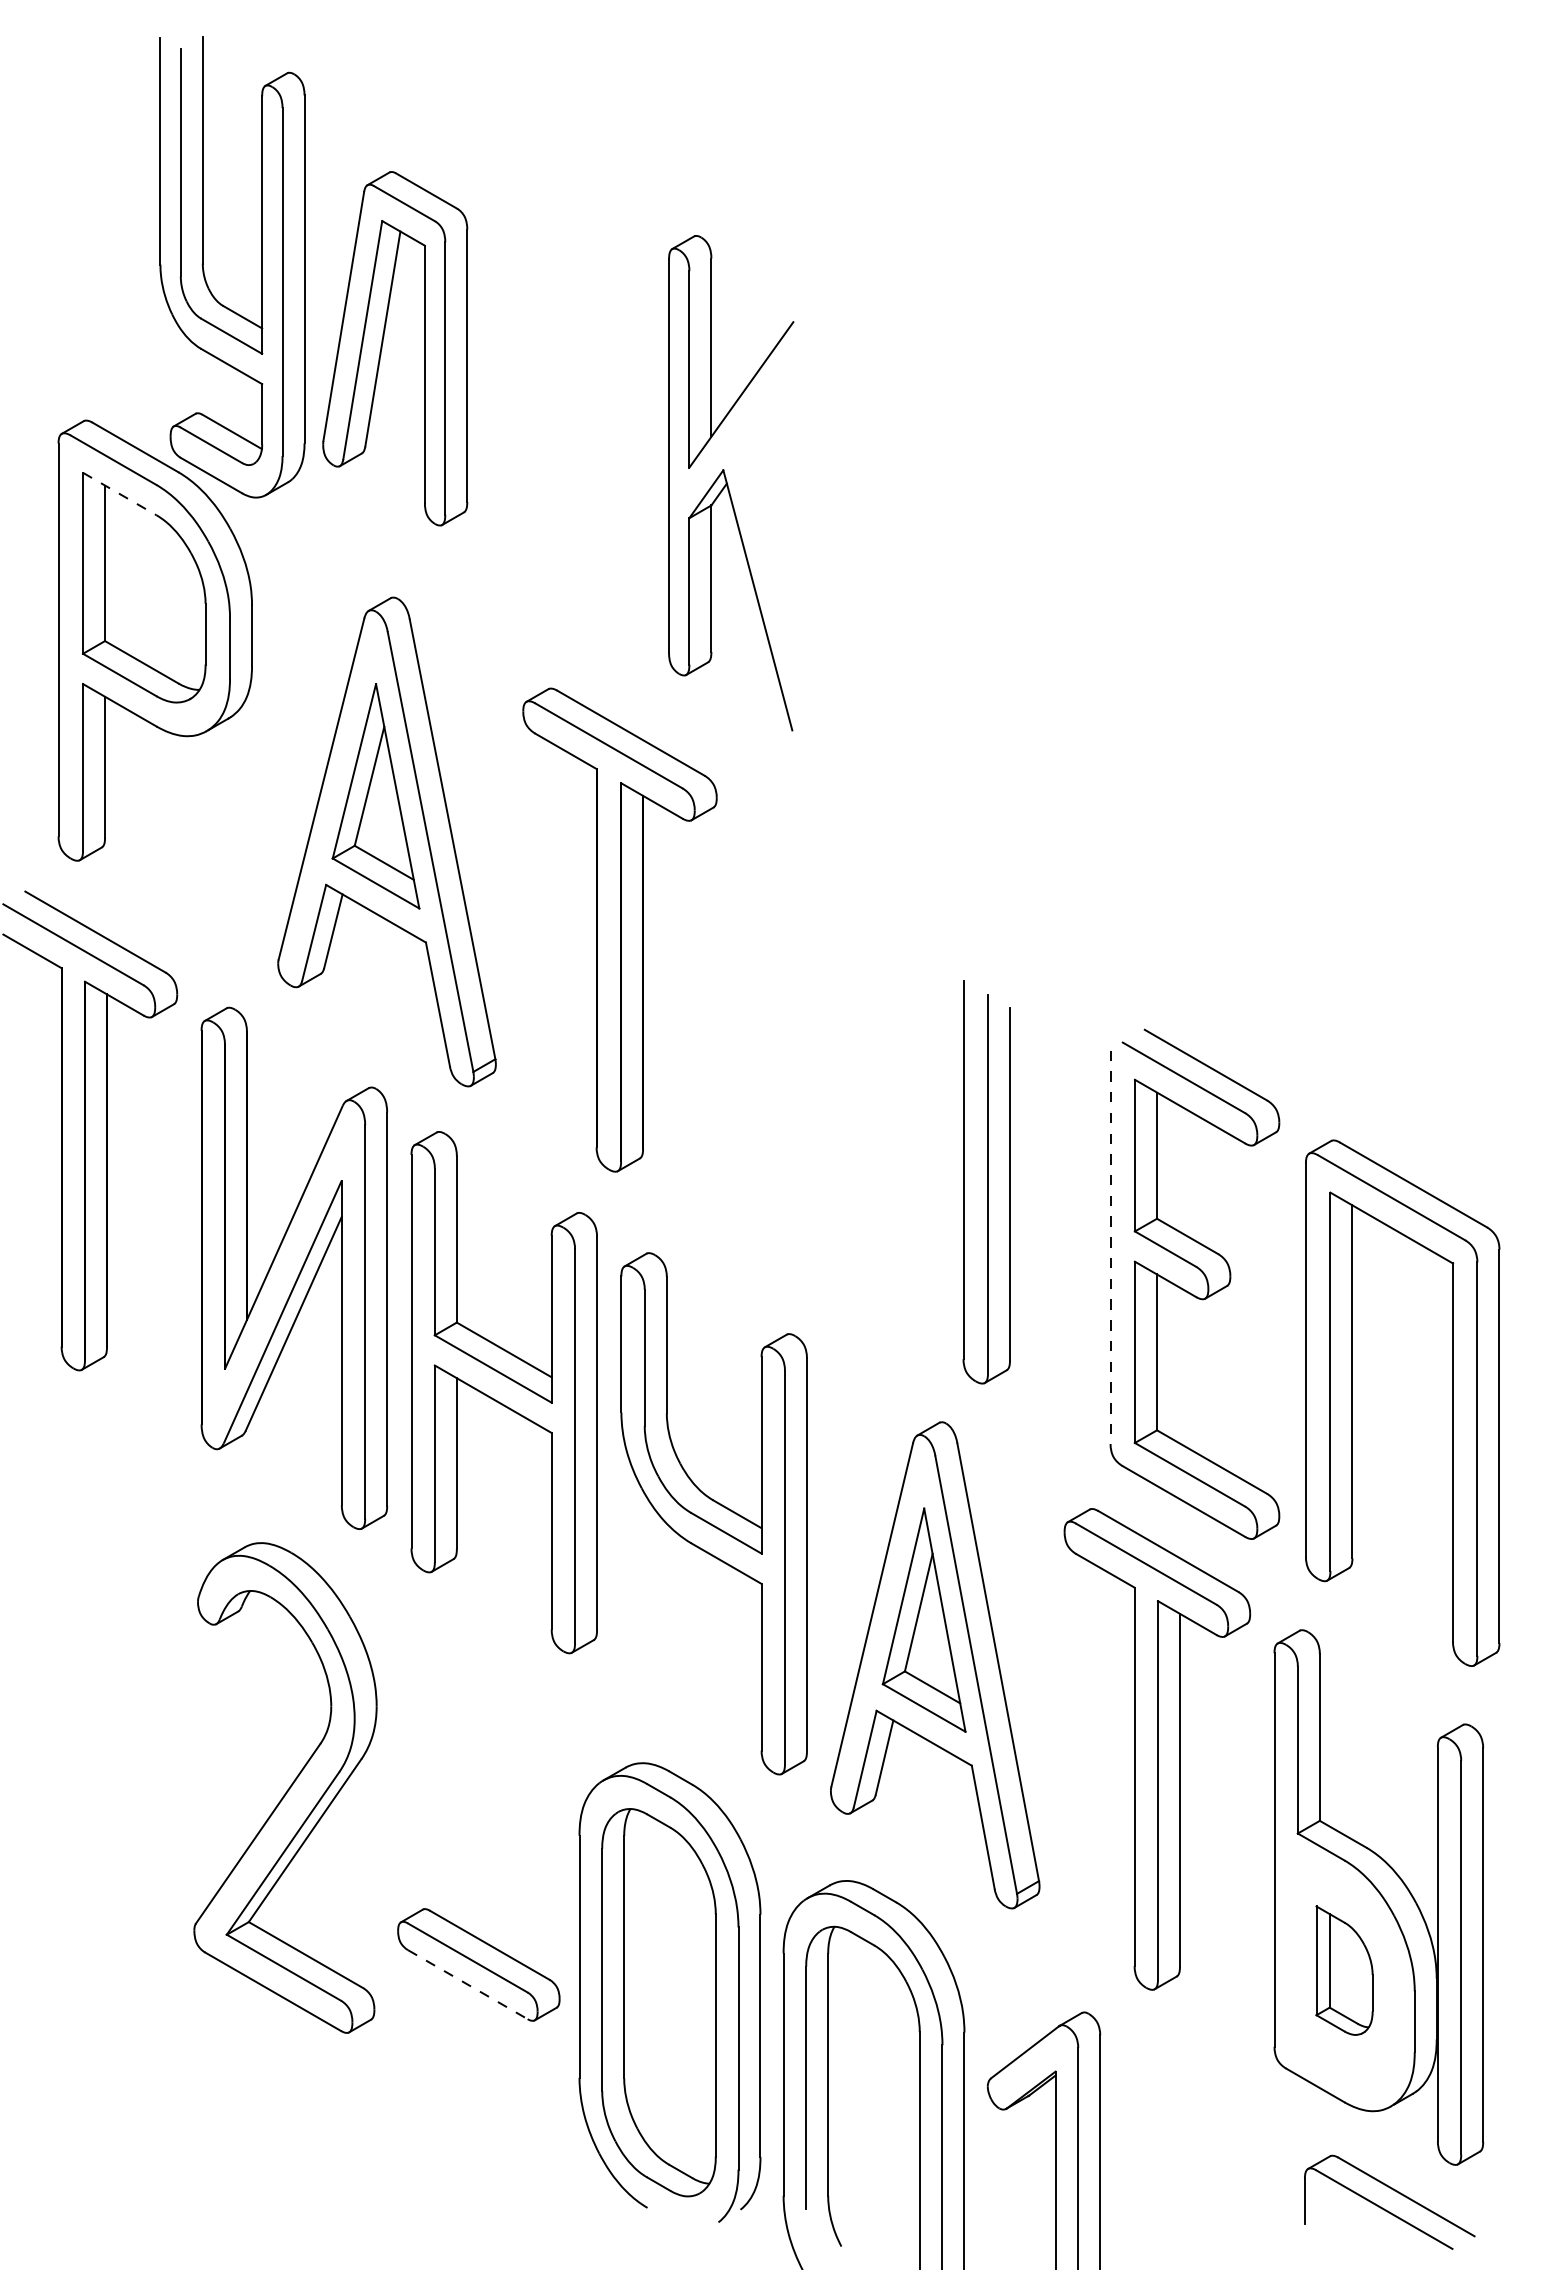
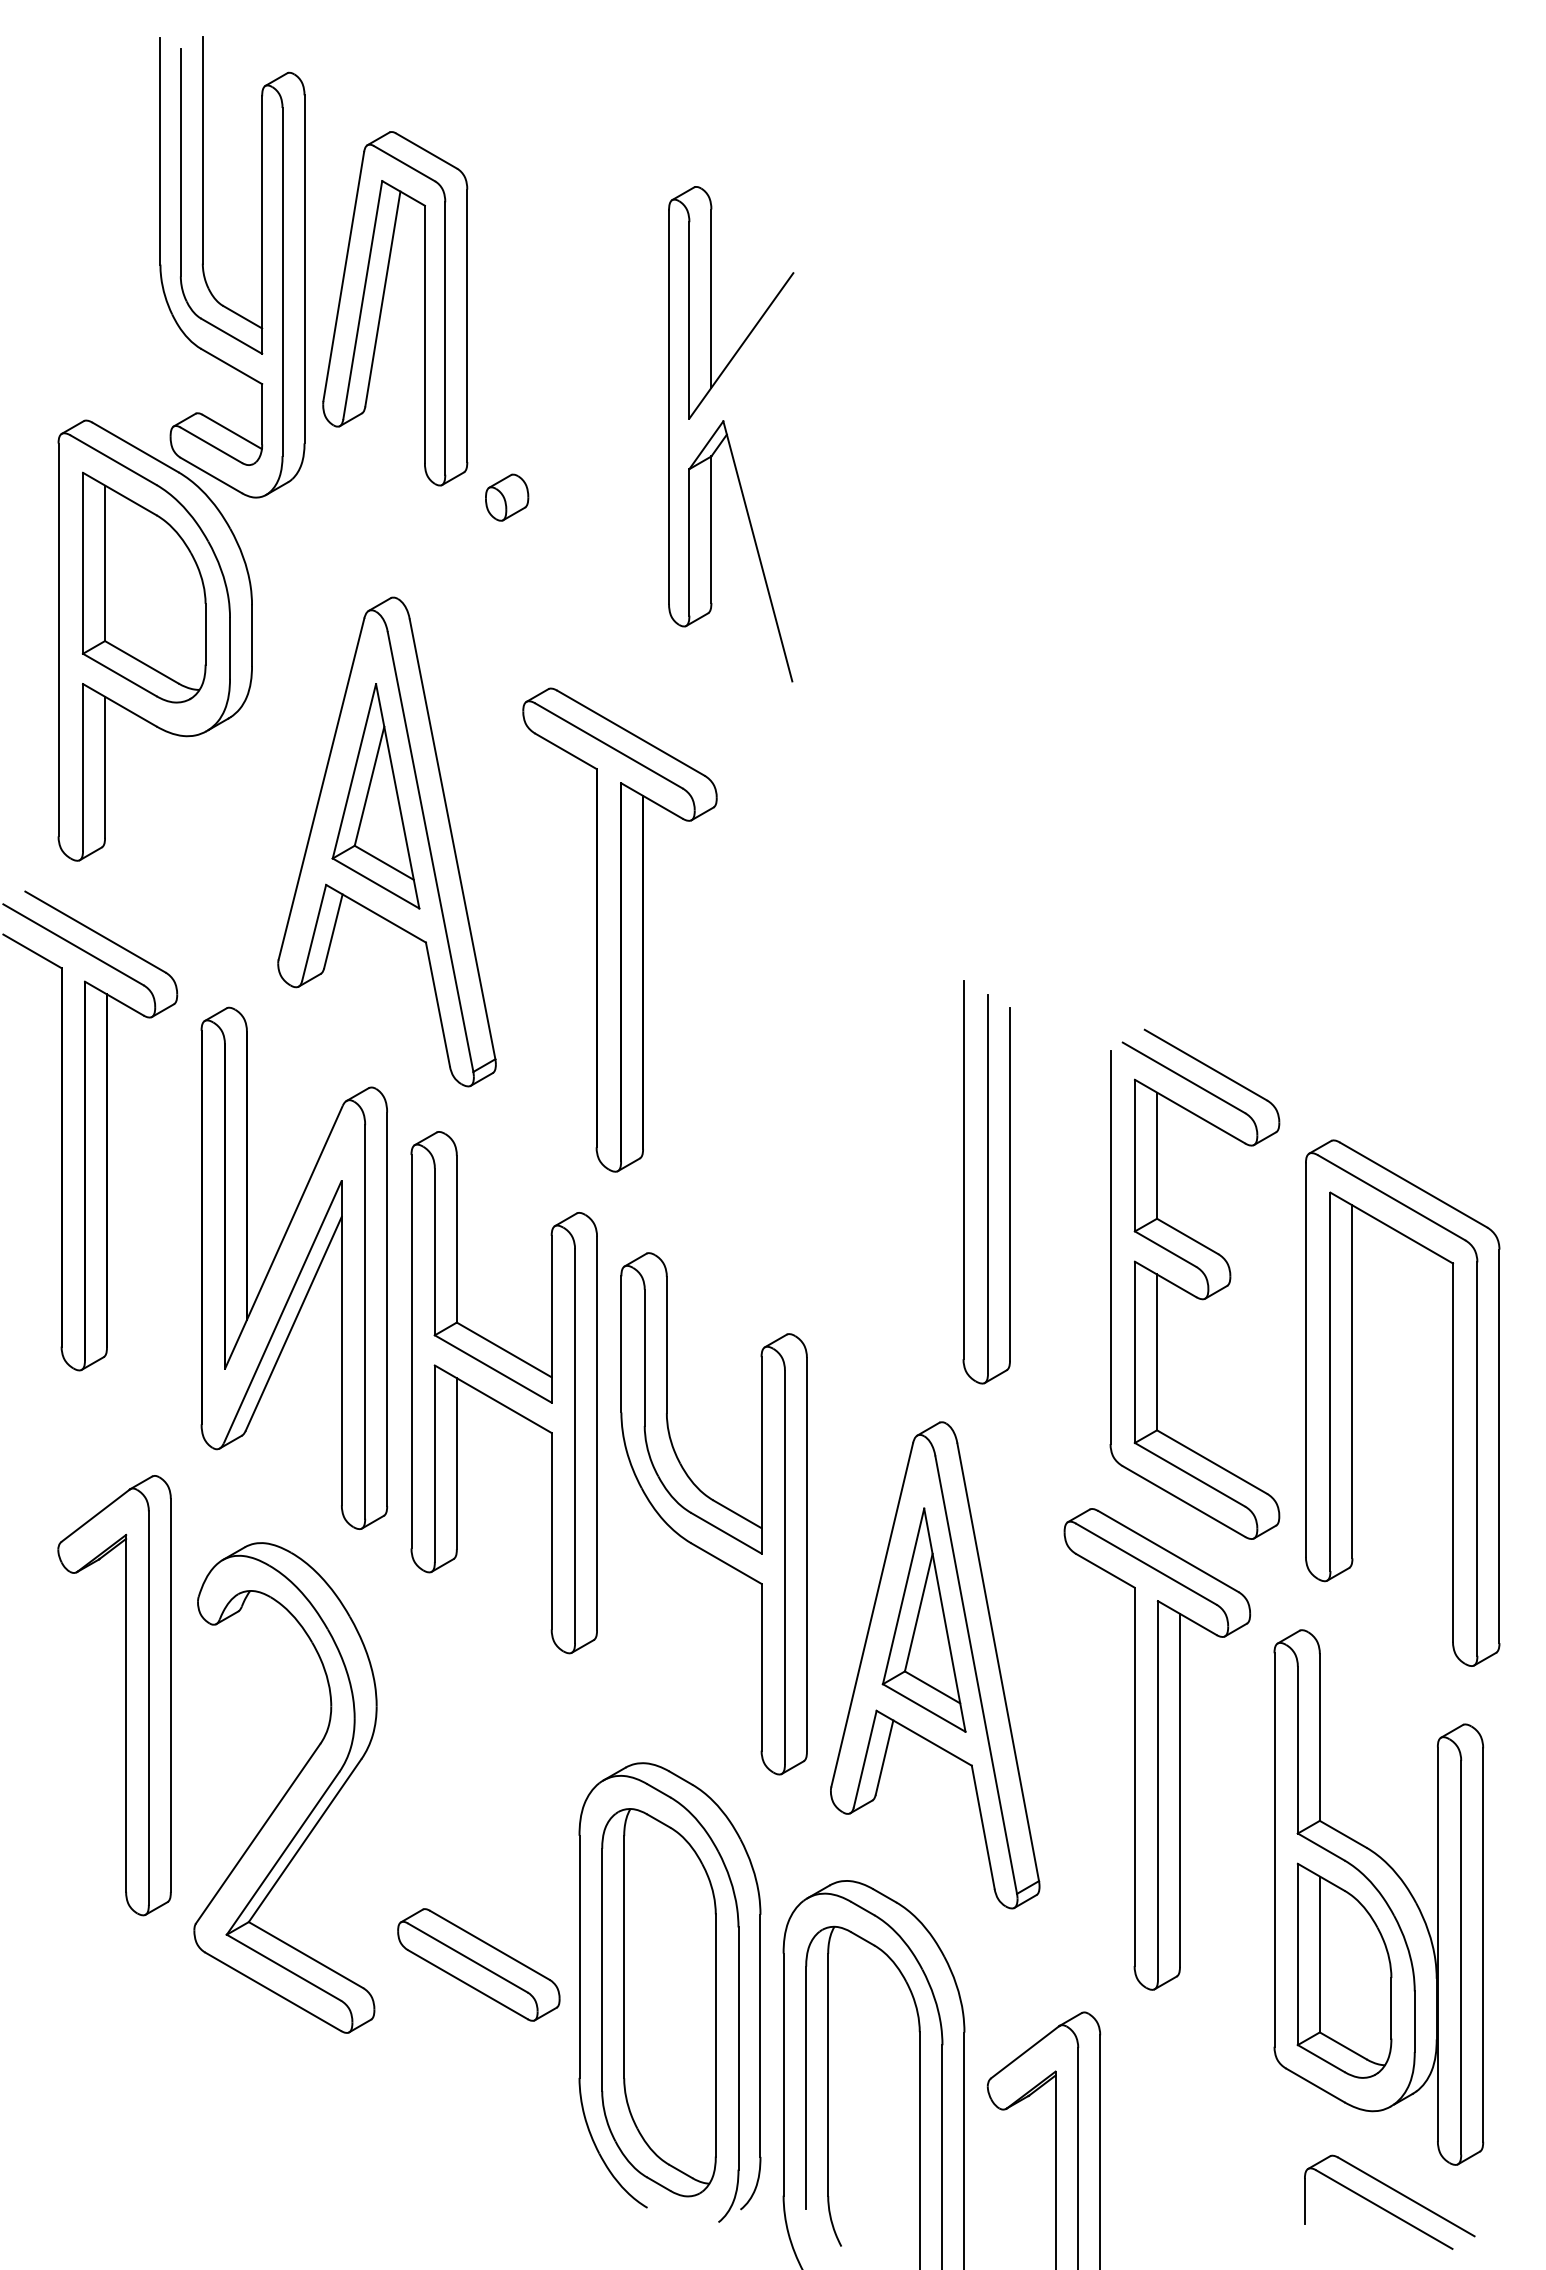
part at (383, 343) position: (383, 343) -> (383, 303)
part at (731, 483) position: (731, 483) -> (731, 434)
line at (120, 494): dashed -> solid
part at (507, 497): none -> present
line at (1110, 1247): dashed -> solid
part at (125, 1695): none -> present
part at (1344, 1970) size: 59x131 px -> 97x217 px
line at (468, 1984): dashed -> solid
